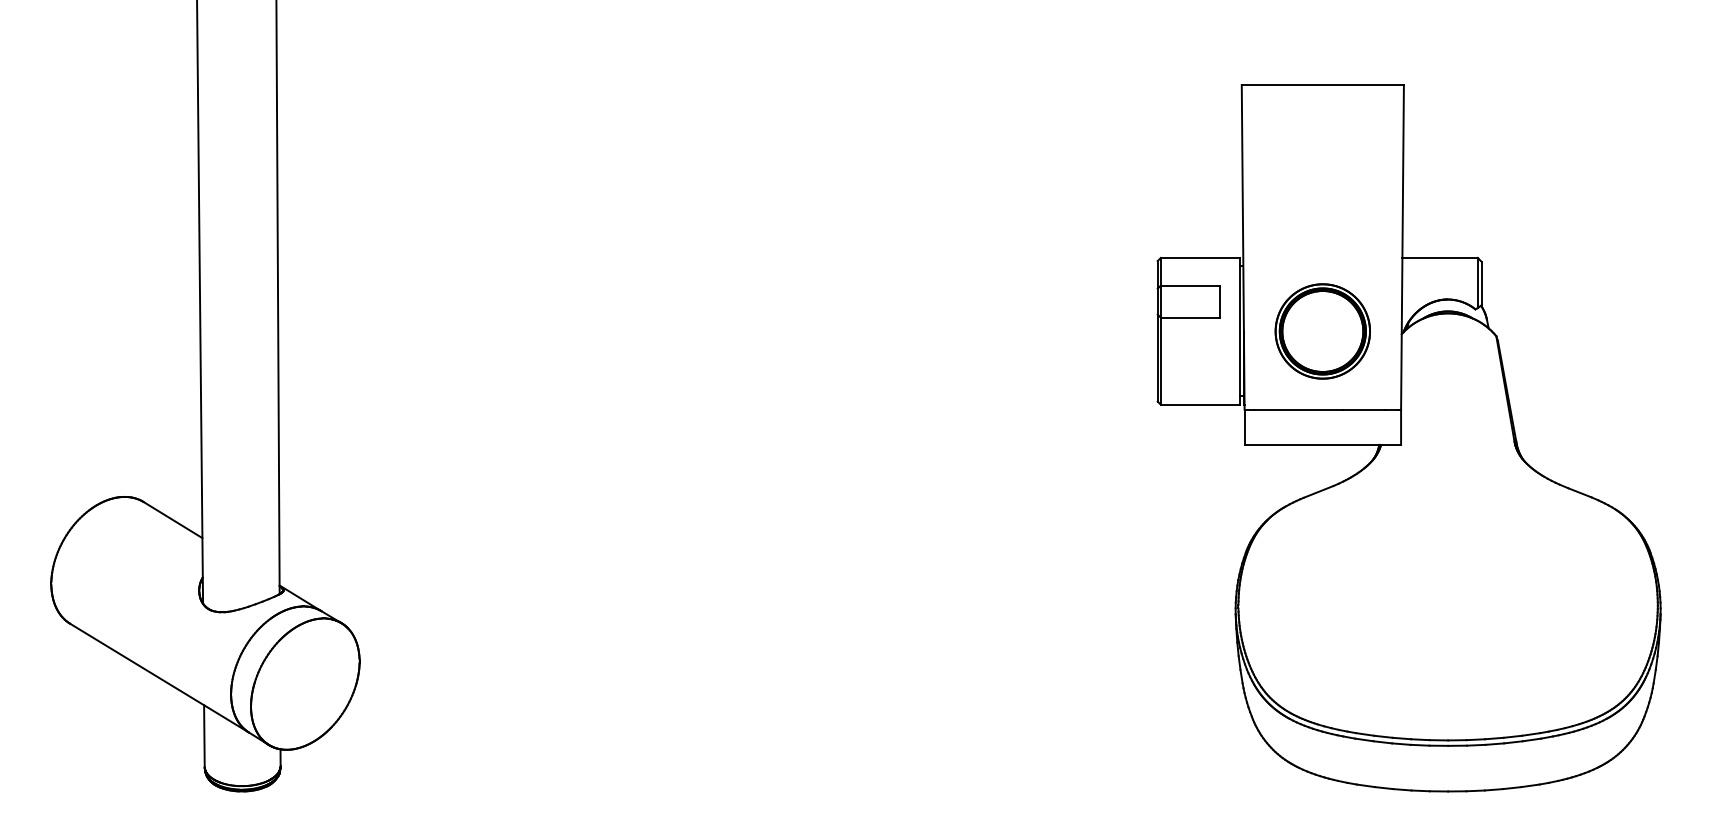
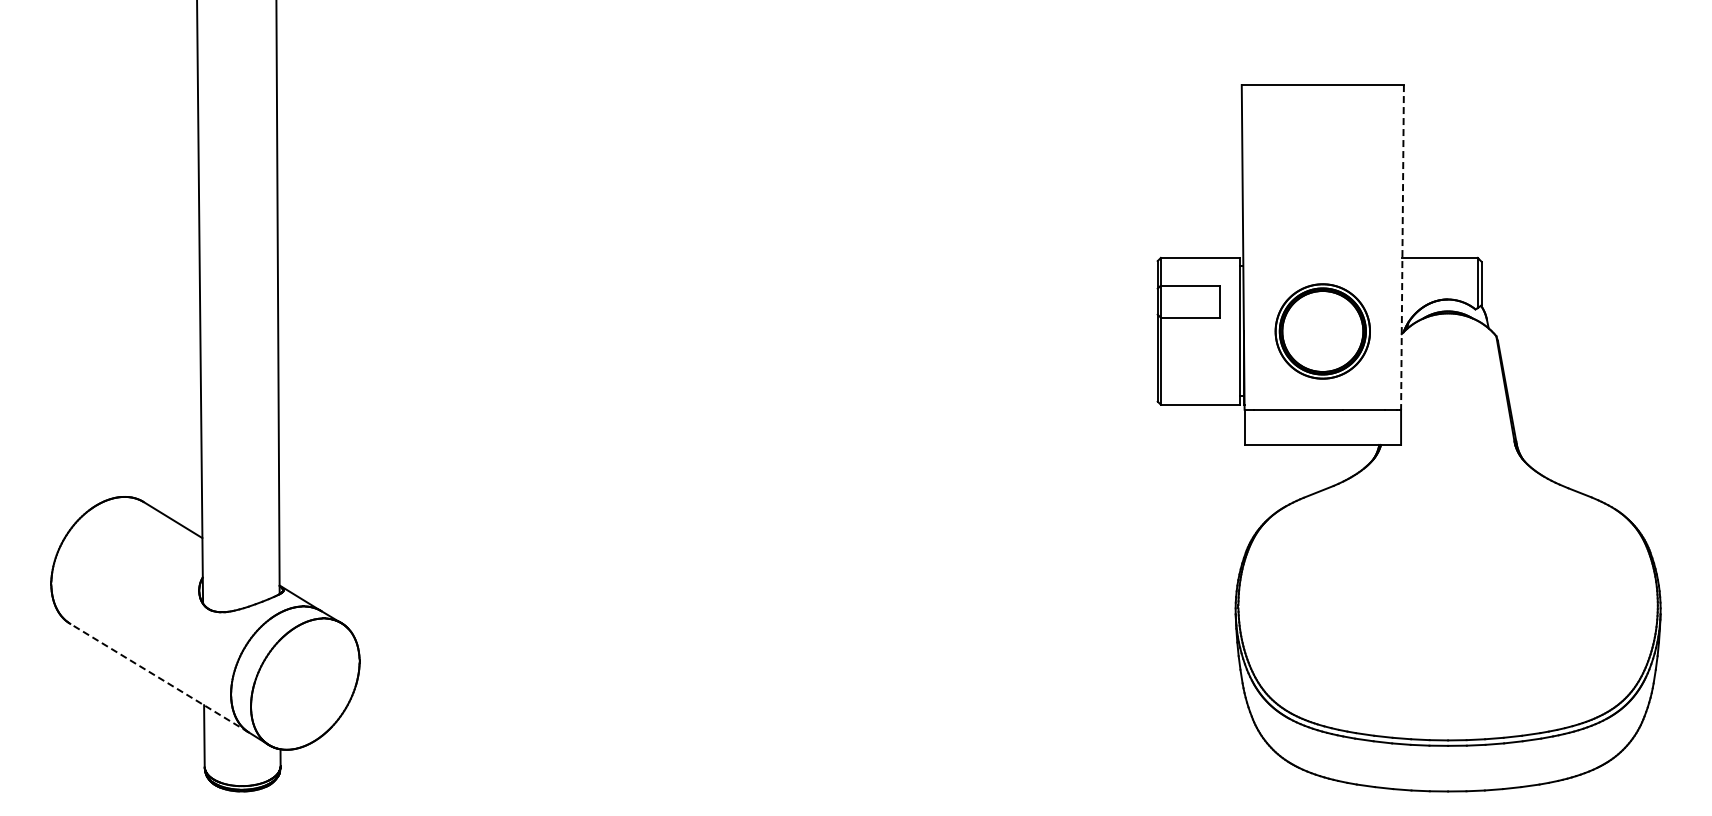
line at (1402, 247): solid -> dashed
line at (159, 677): solid -> dashed
